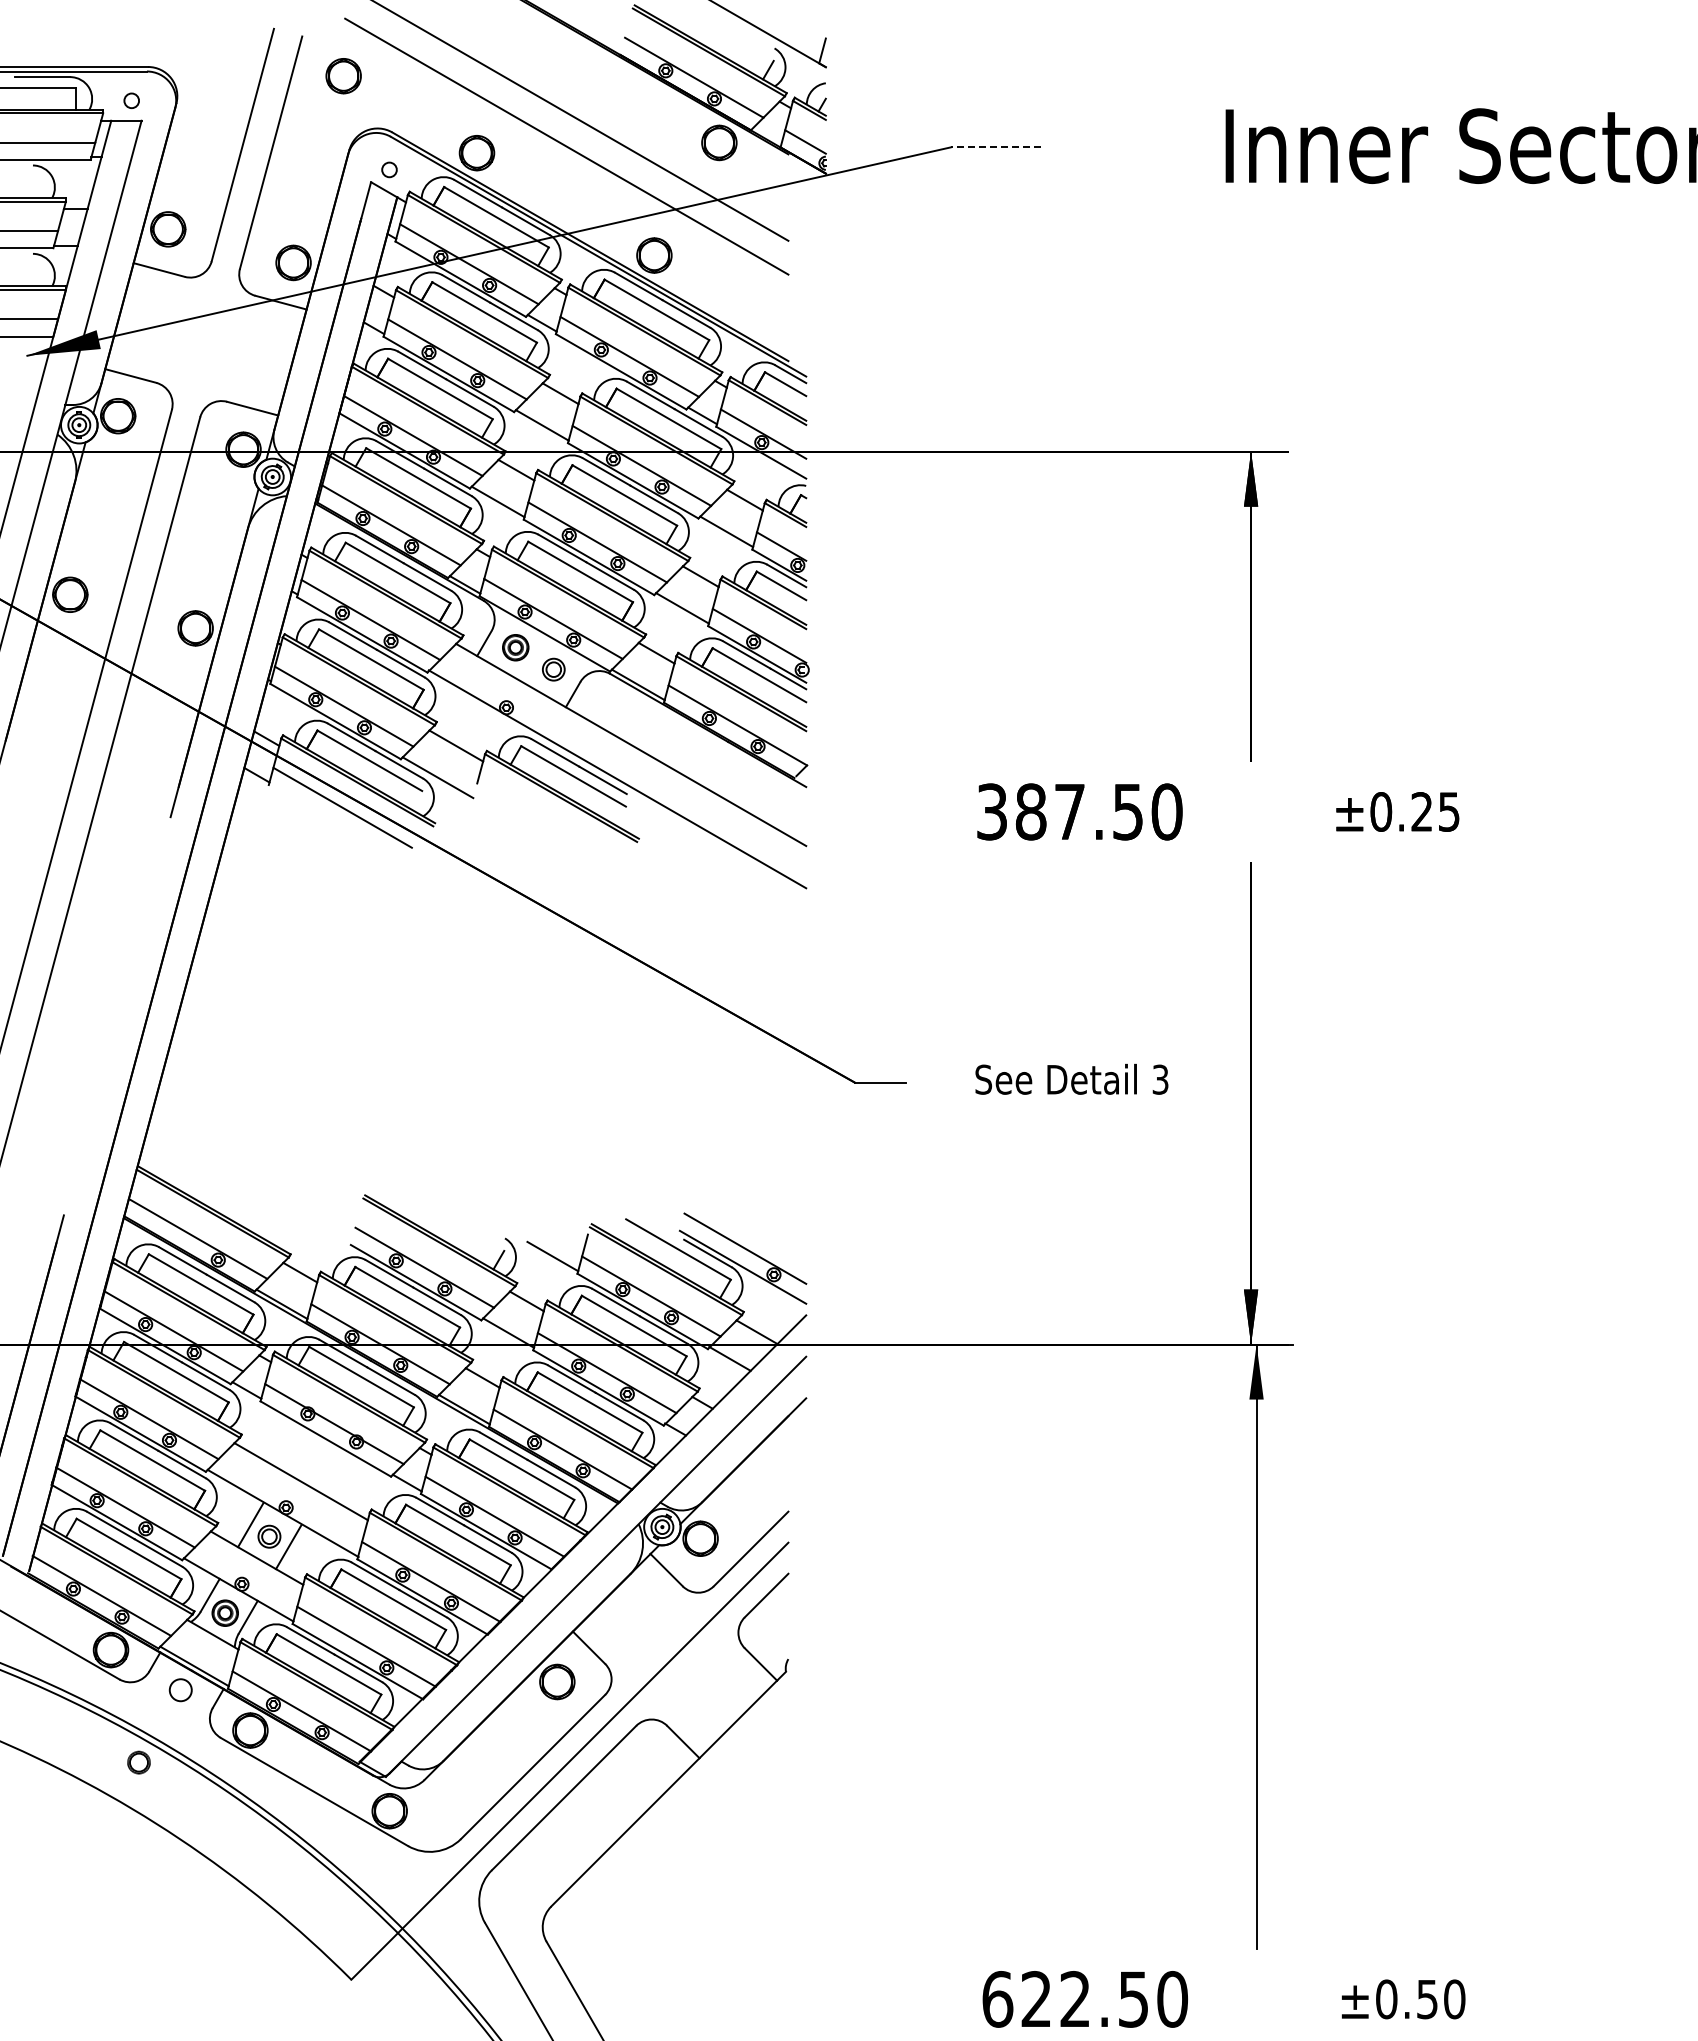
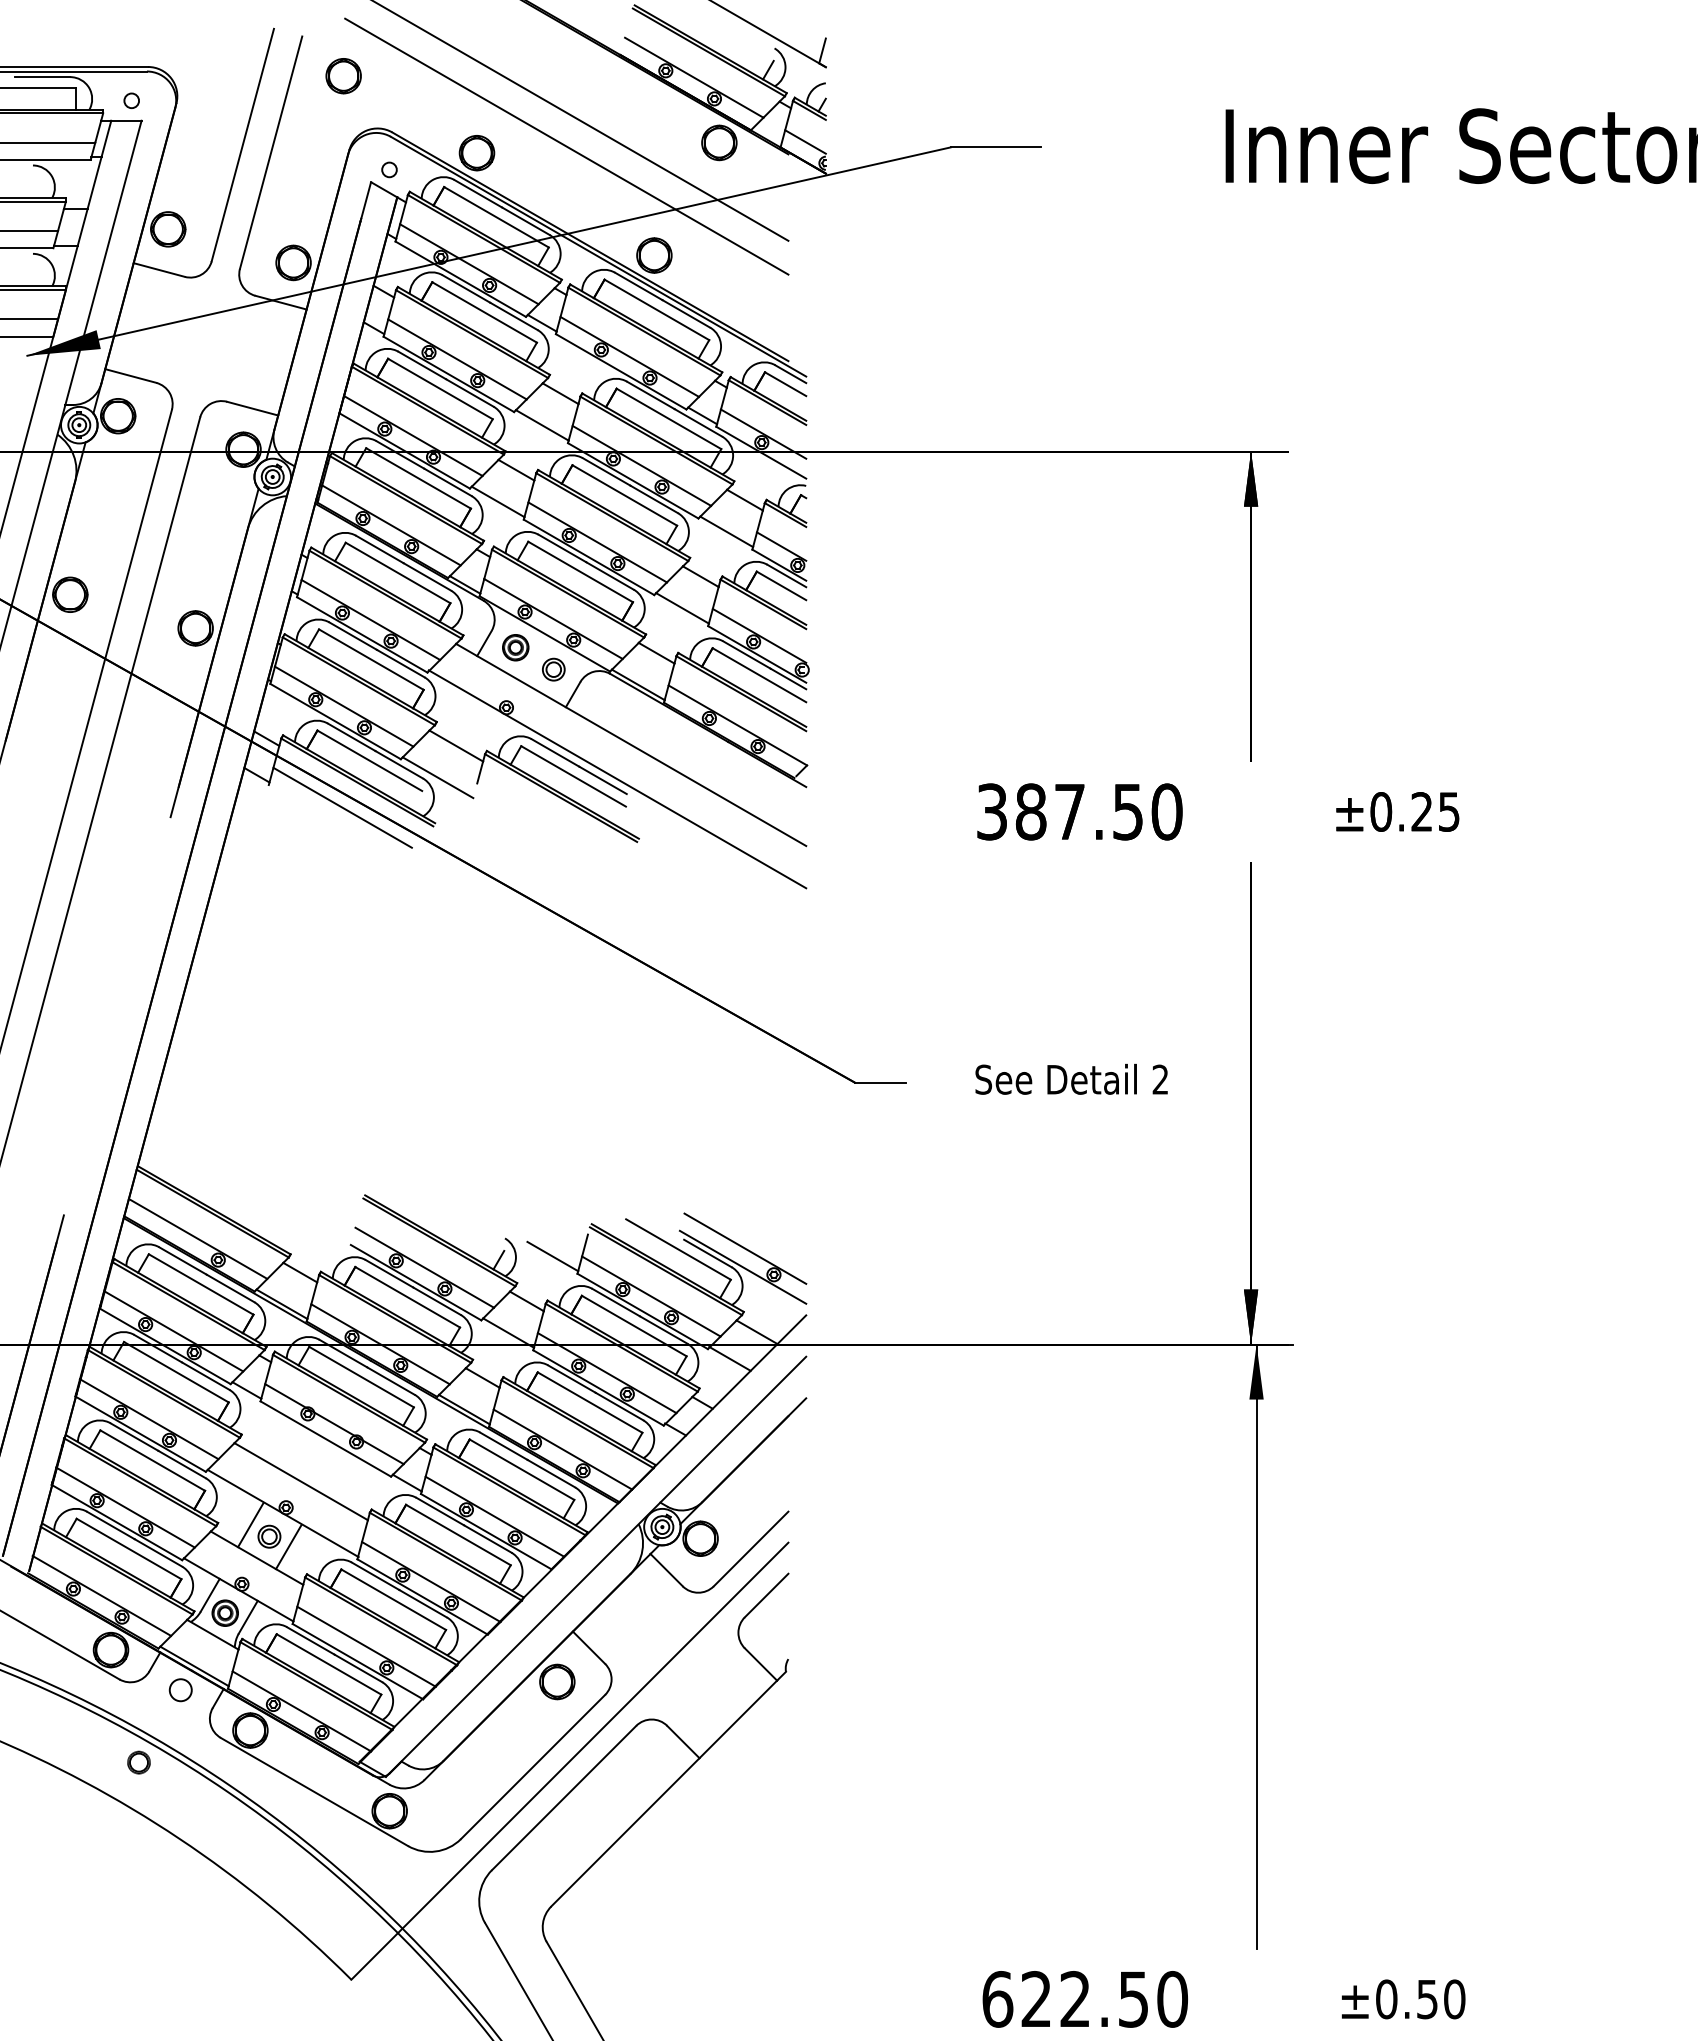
line at (995, 147): dashed -> solid
text at (1160, 1079): 3 -> 2
